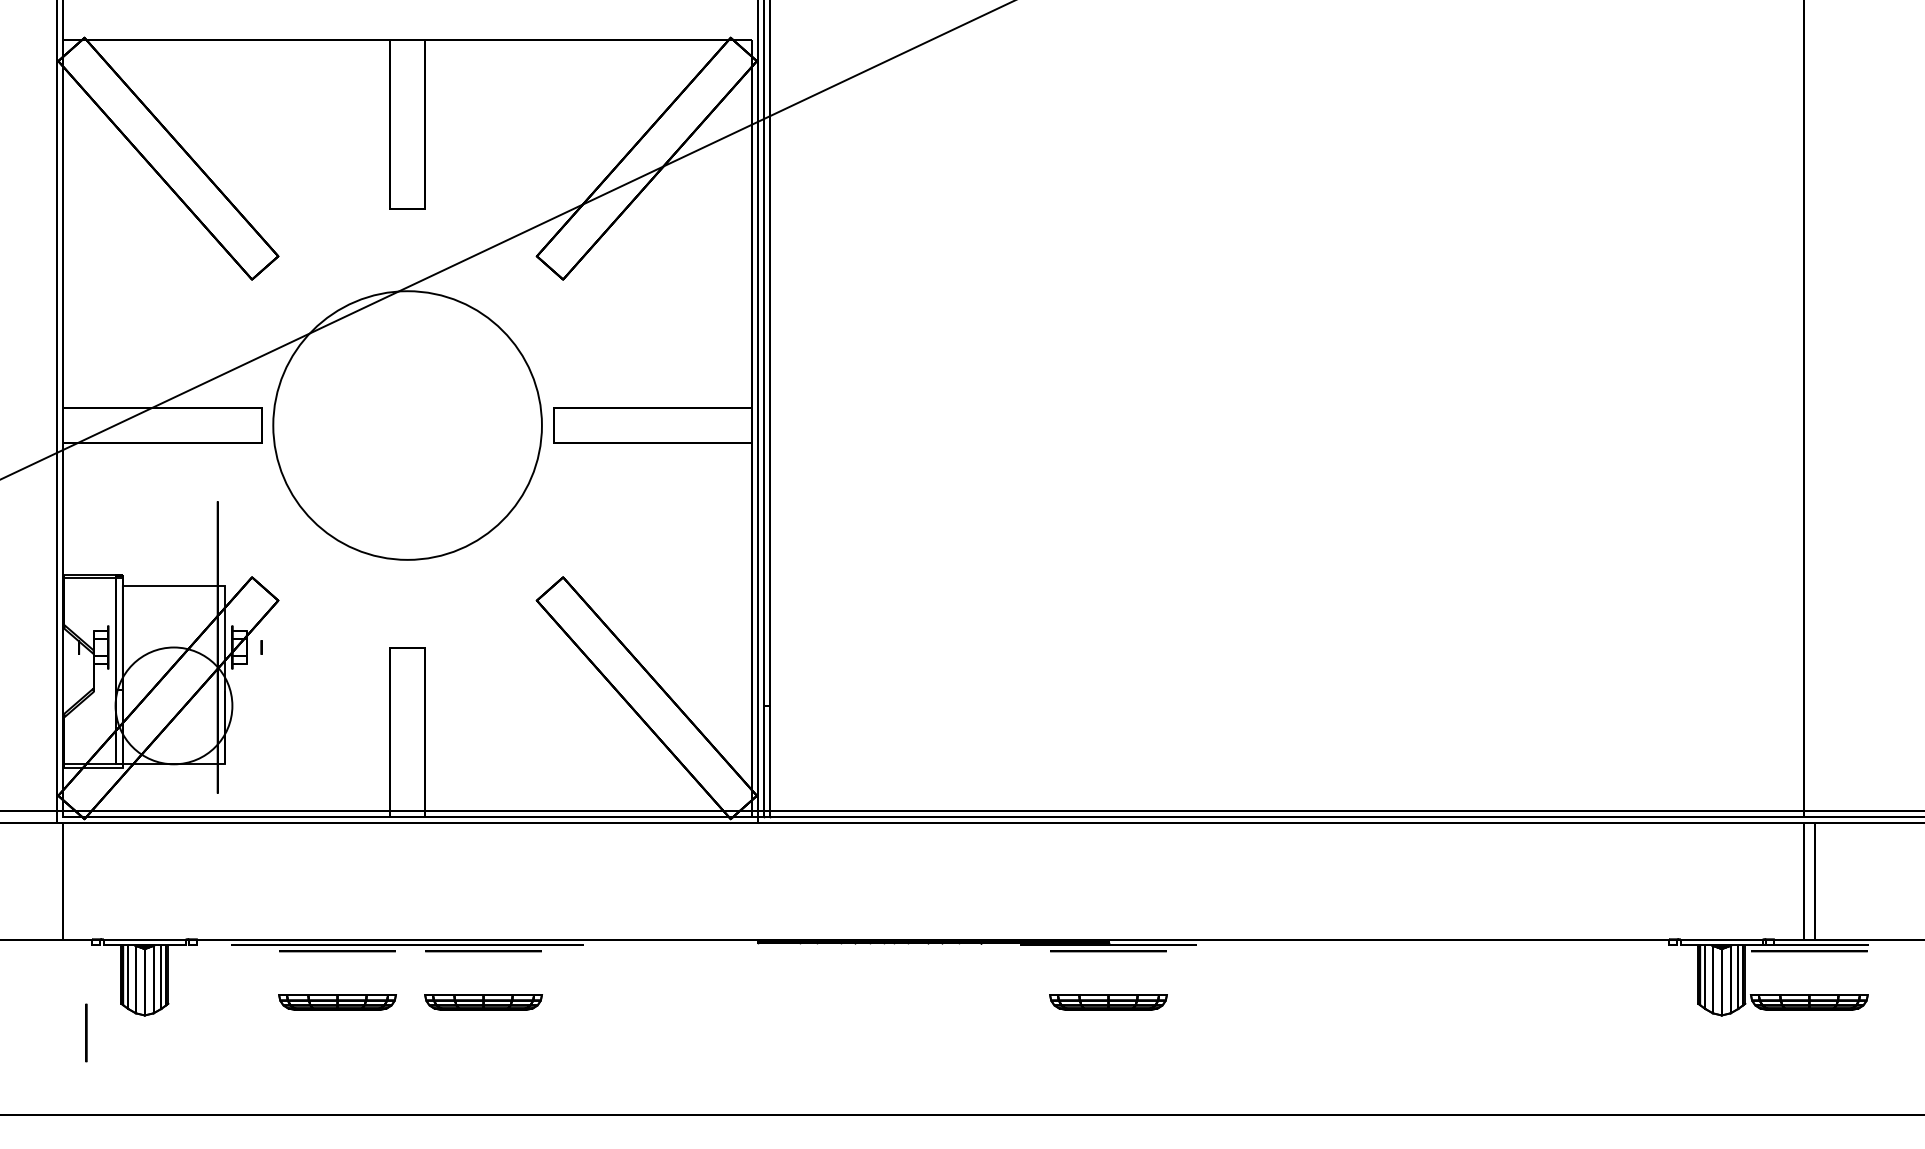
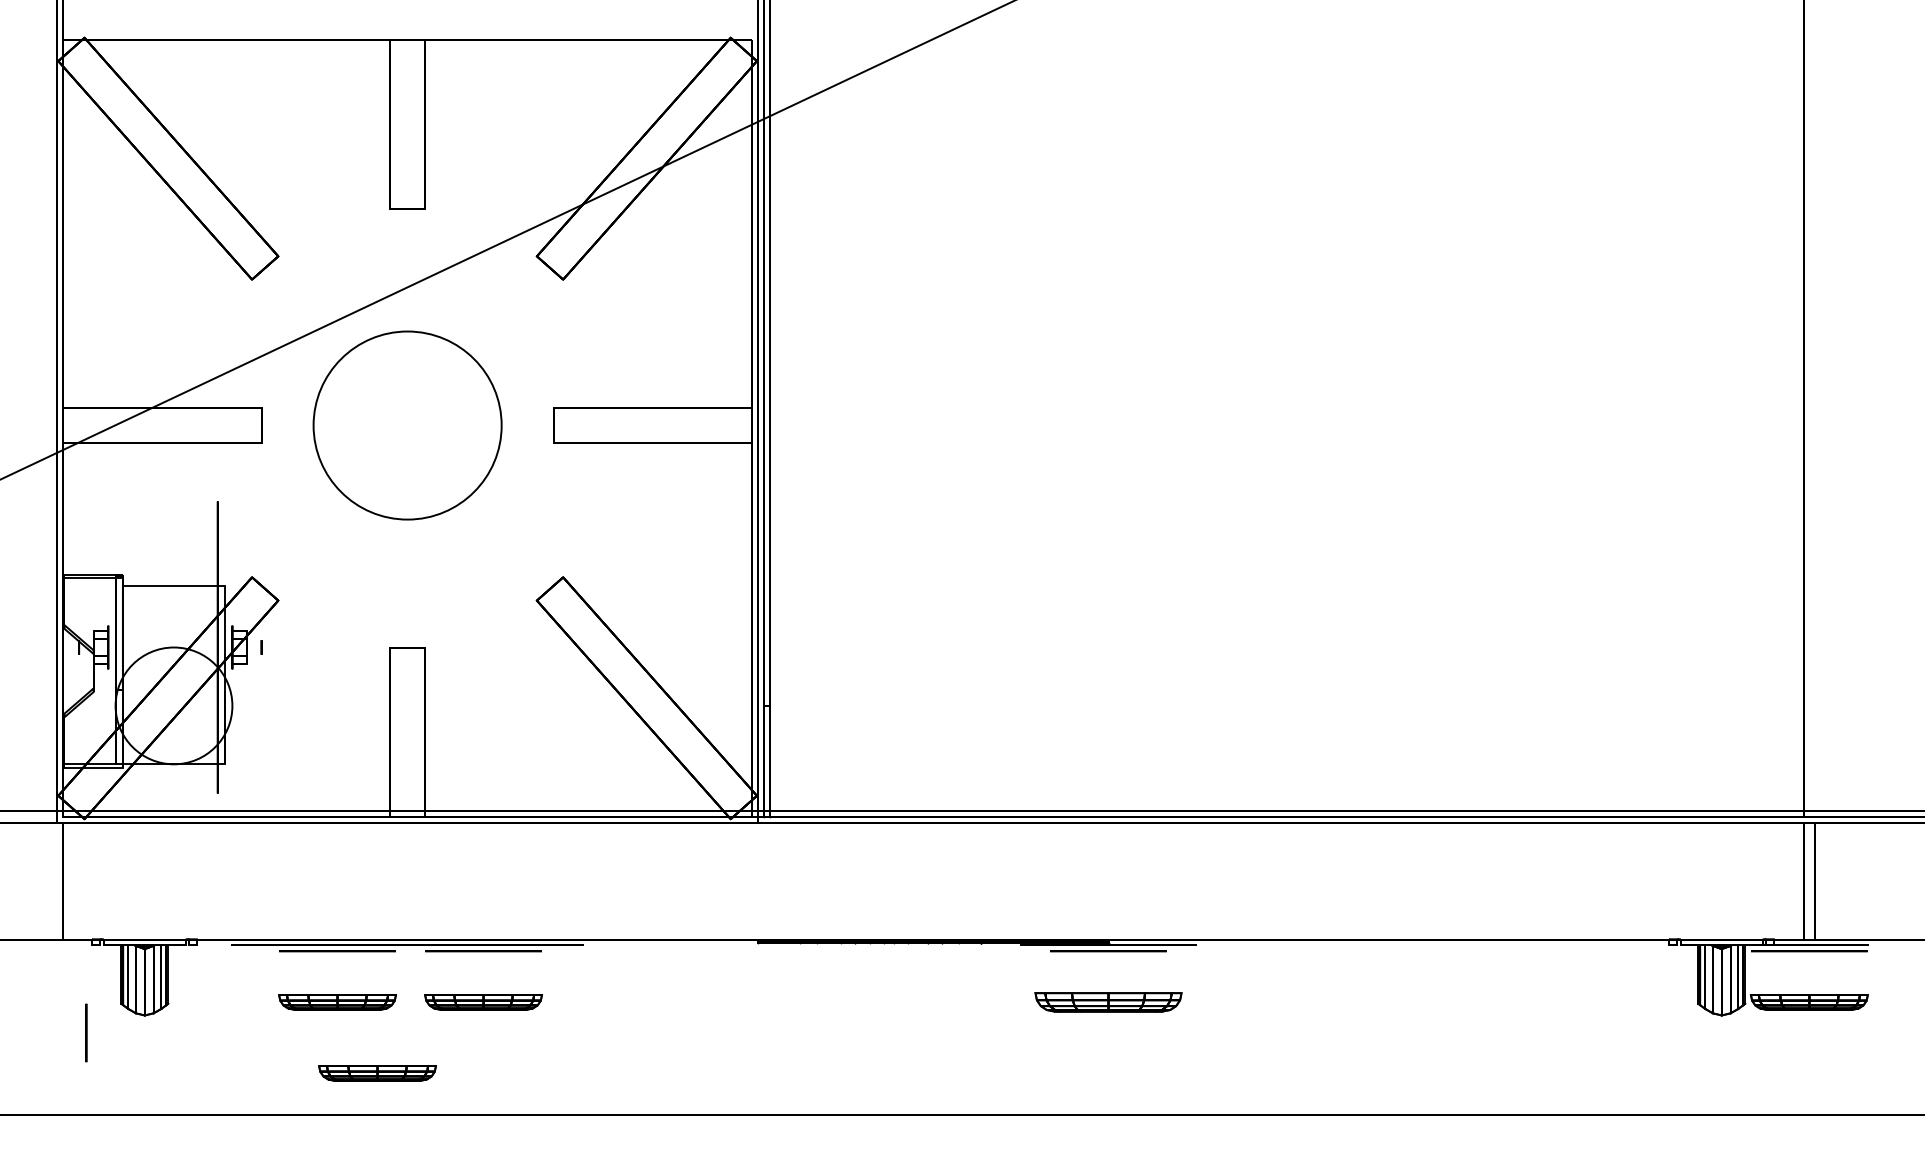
circle at (407, 425) diameter: 269 px -> 188 px
part at (1108, 1002) size: 119x17 px -> 149x21 px
part at (377, 1073): none -> present
